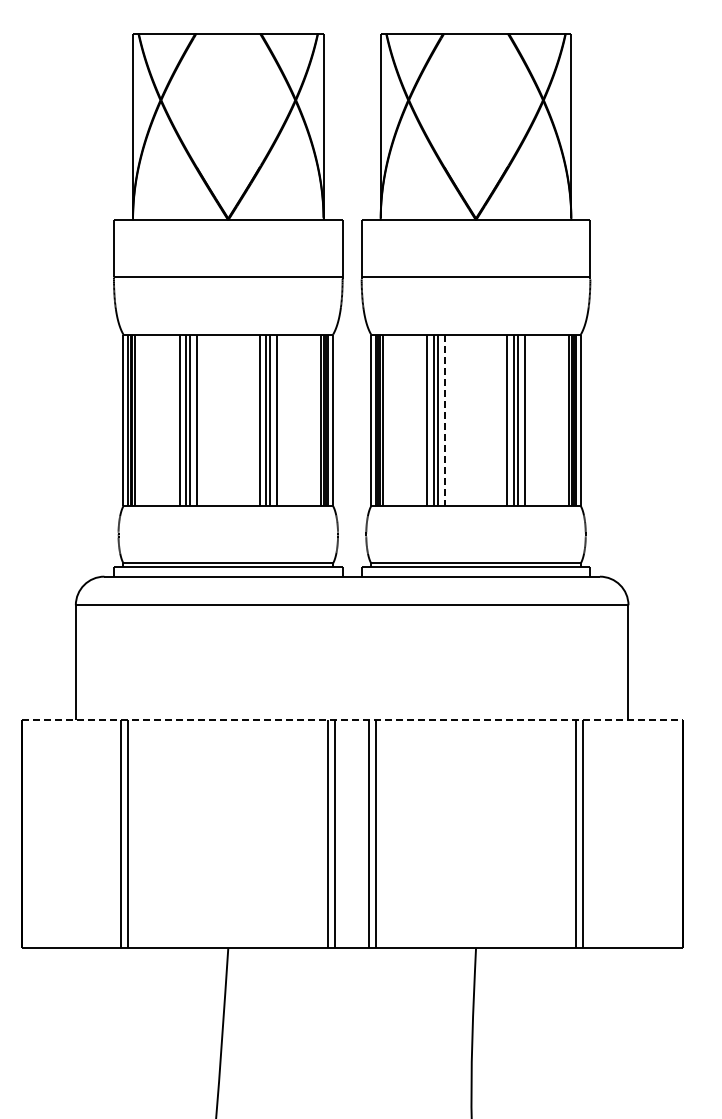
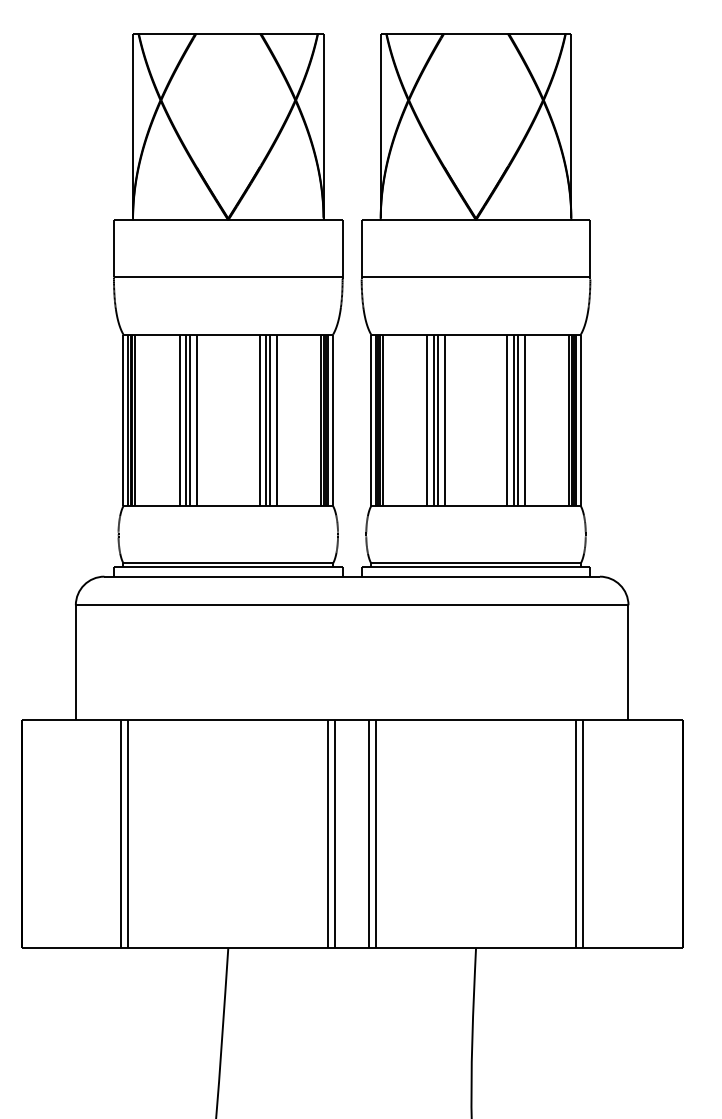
line at (444, 420): dashed -> solid
line at (352, 719): dashed -> solid
